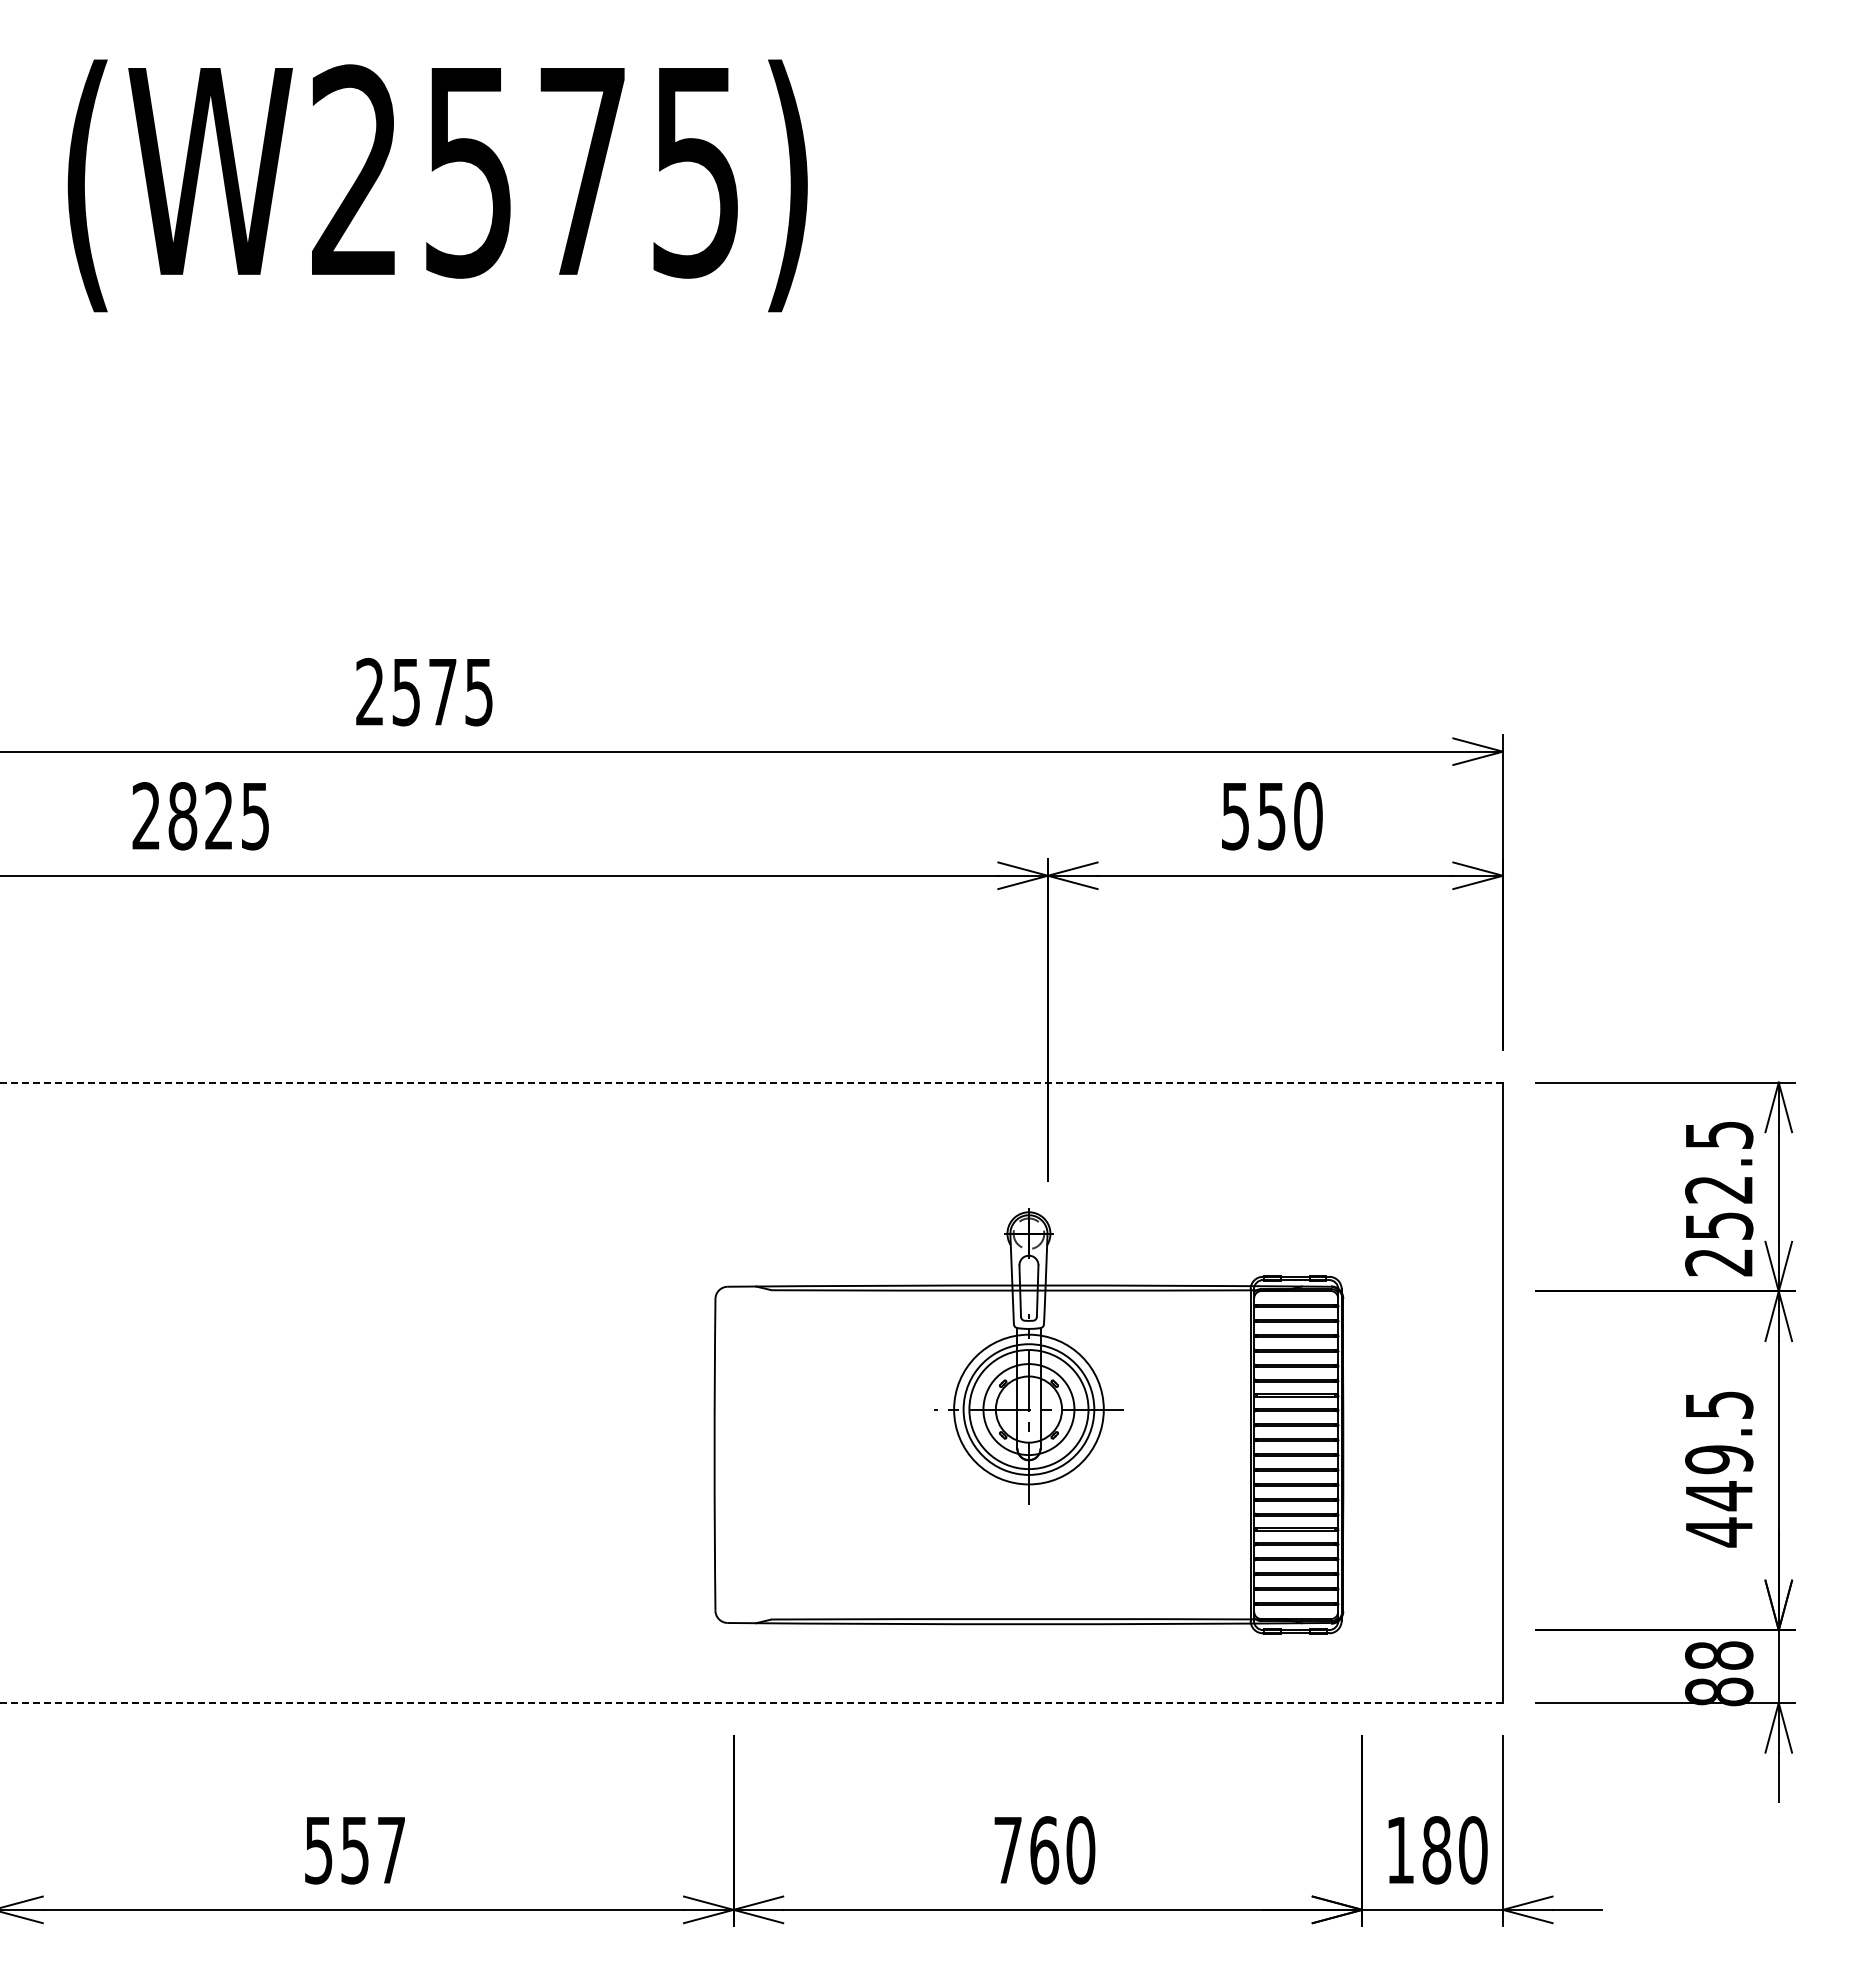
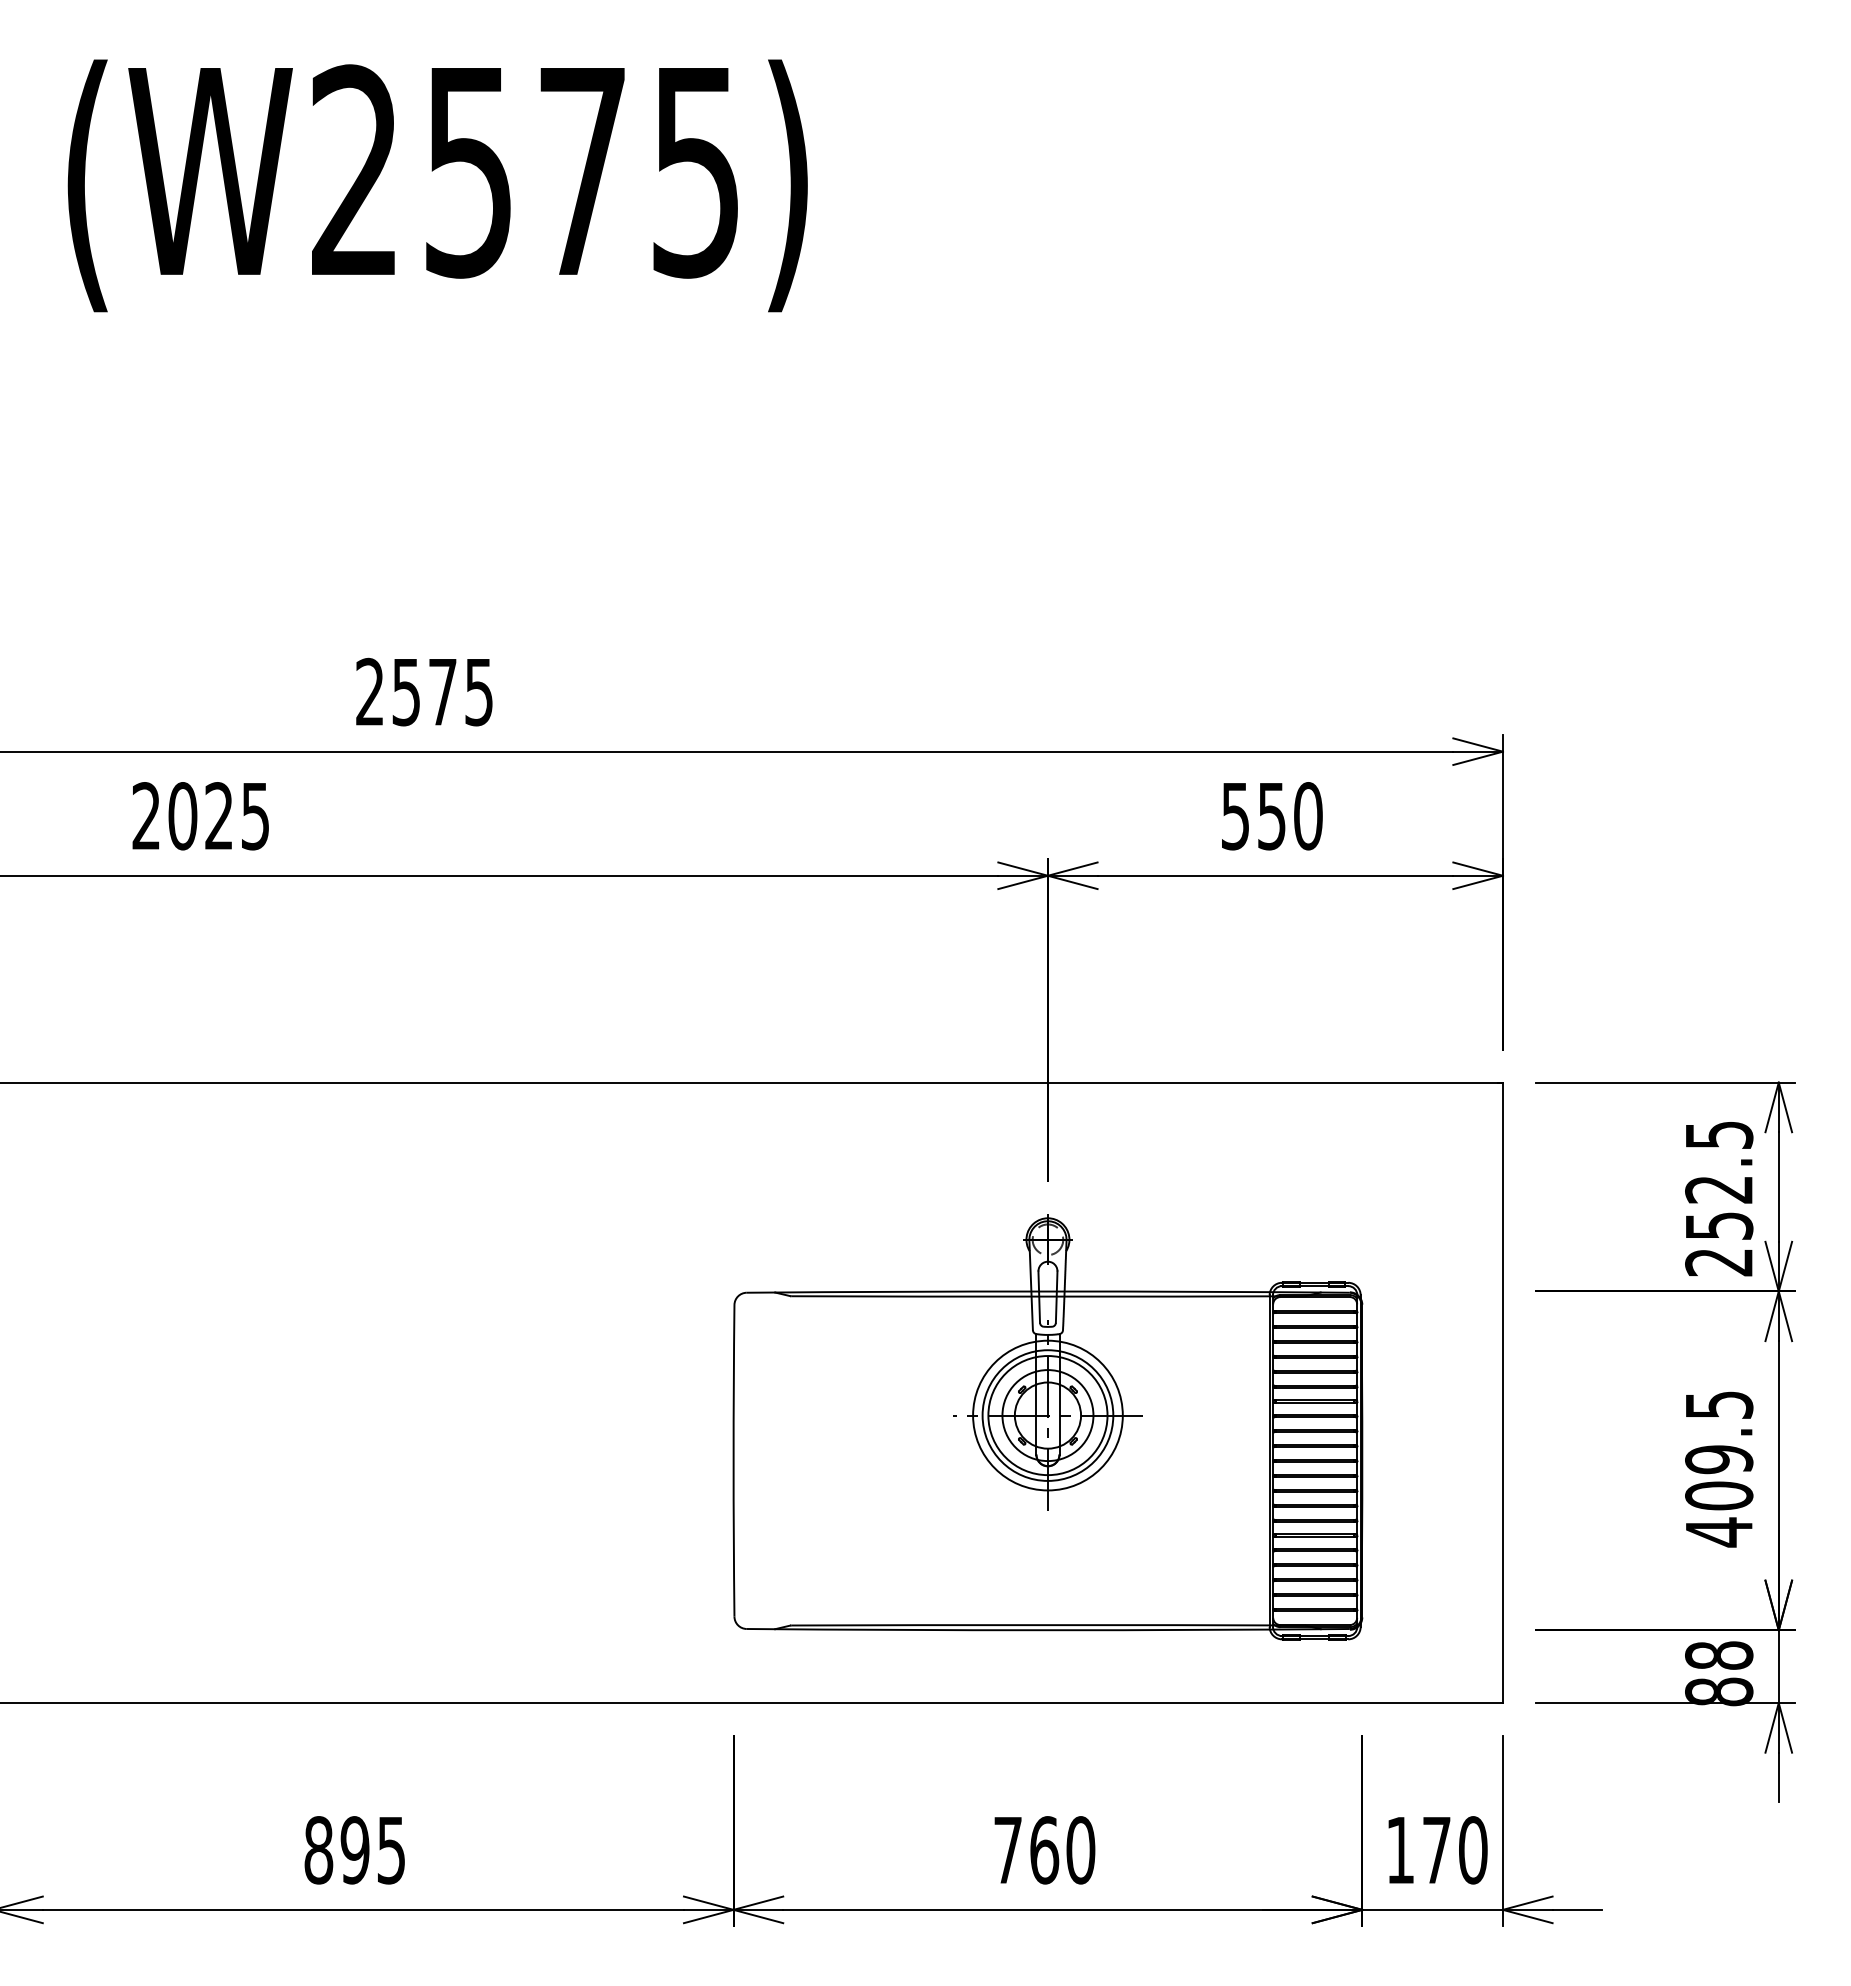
text at (182, 816): 2825 -> 2025
line at (752, 1082): dashed -> solid
part at (1028, 1421) position: (1028, 1421) -> (1047, 1427)
text at (1719, 1496): 449.5 -> 409.5
line at (752, 1703): dashed -> solid
text at (354, 1850): 557 -> 895
text at (1436, 1850): 180 -> 170
